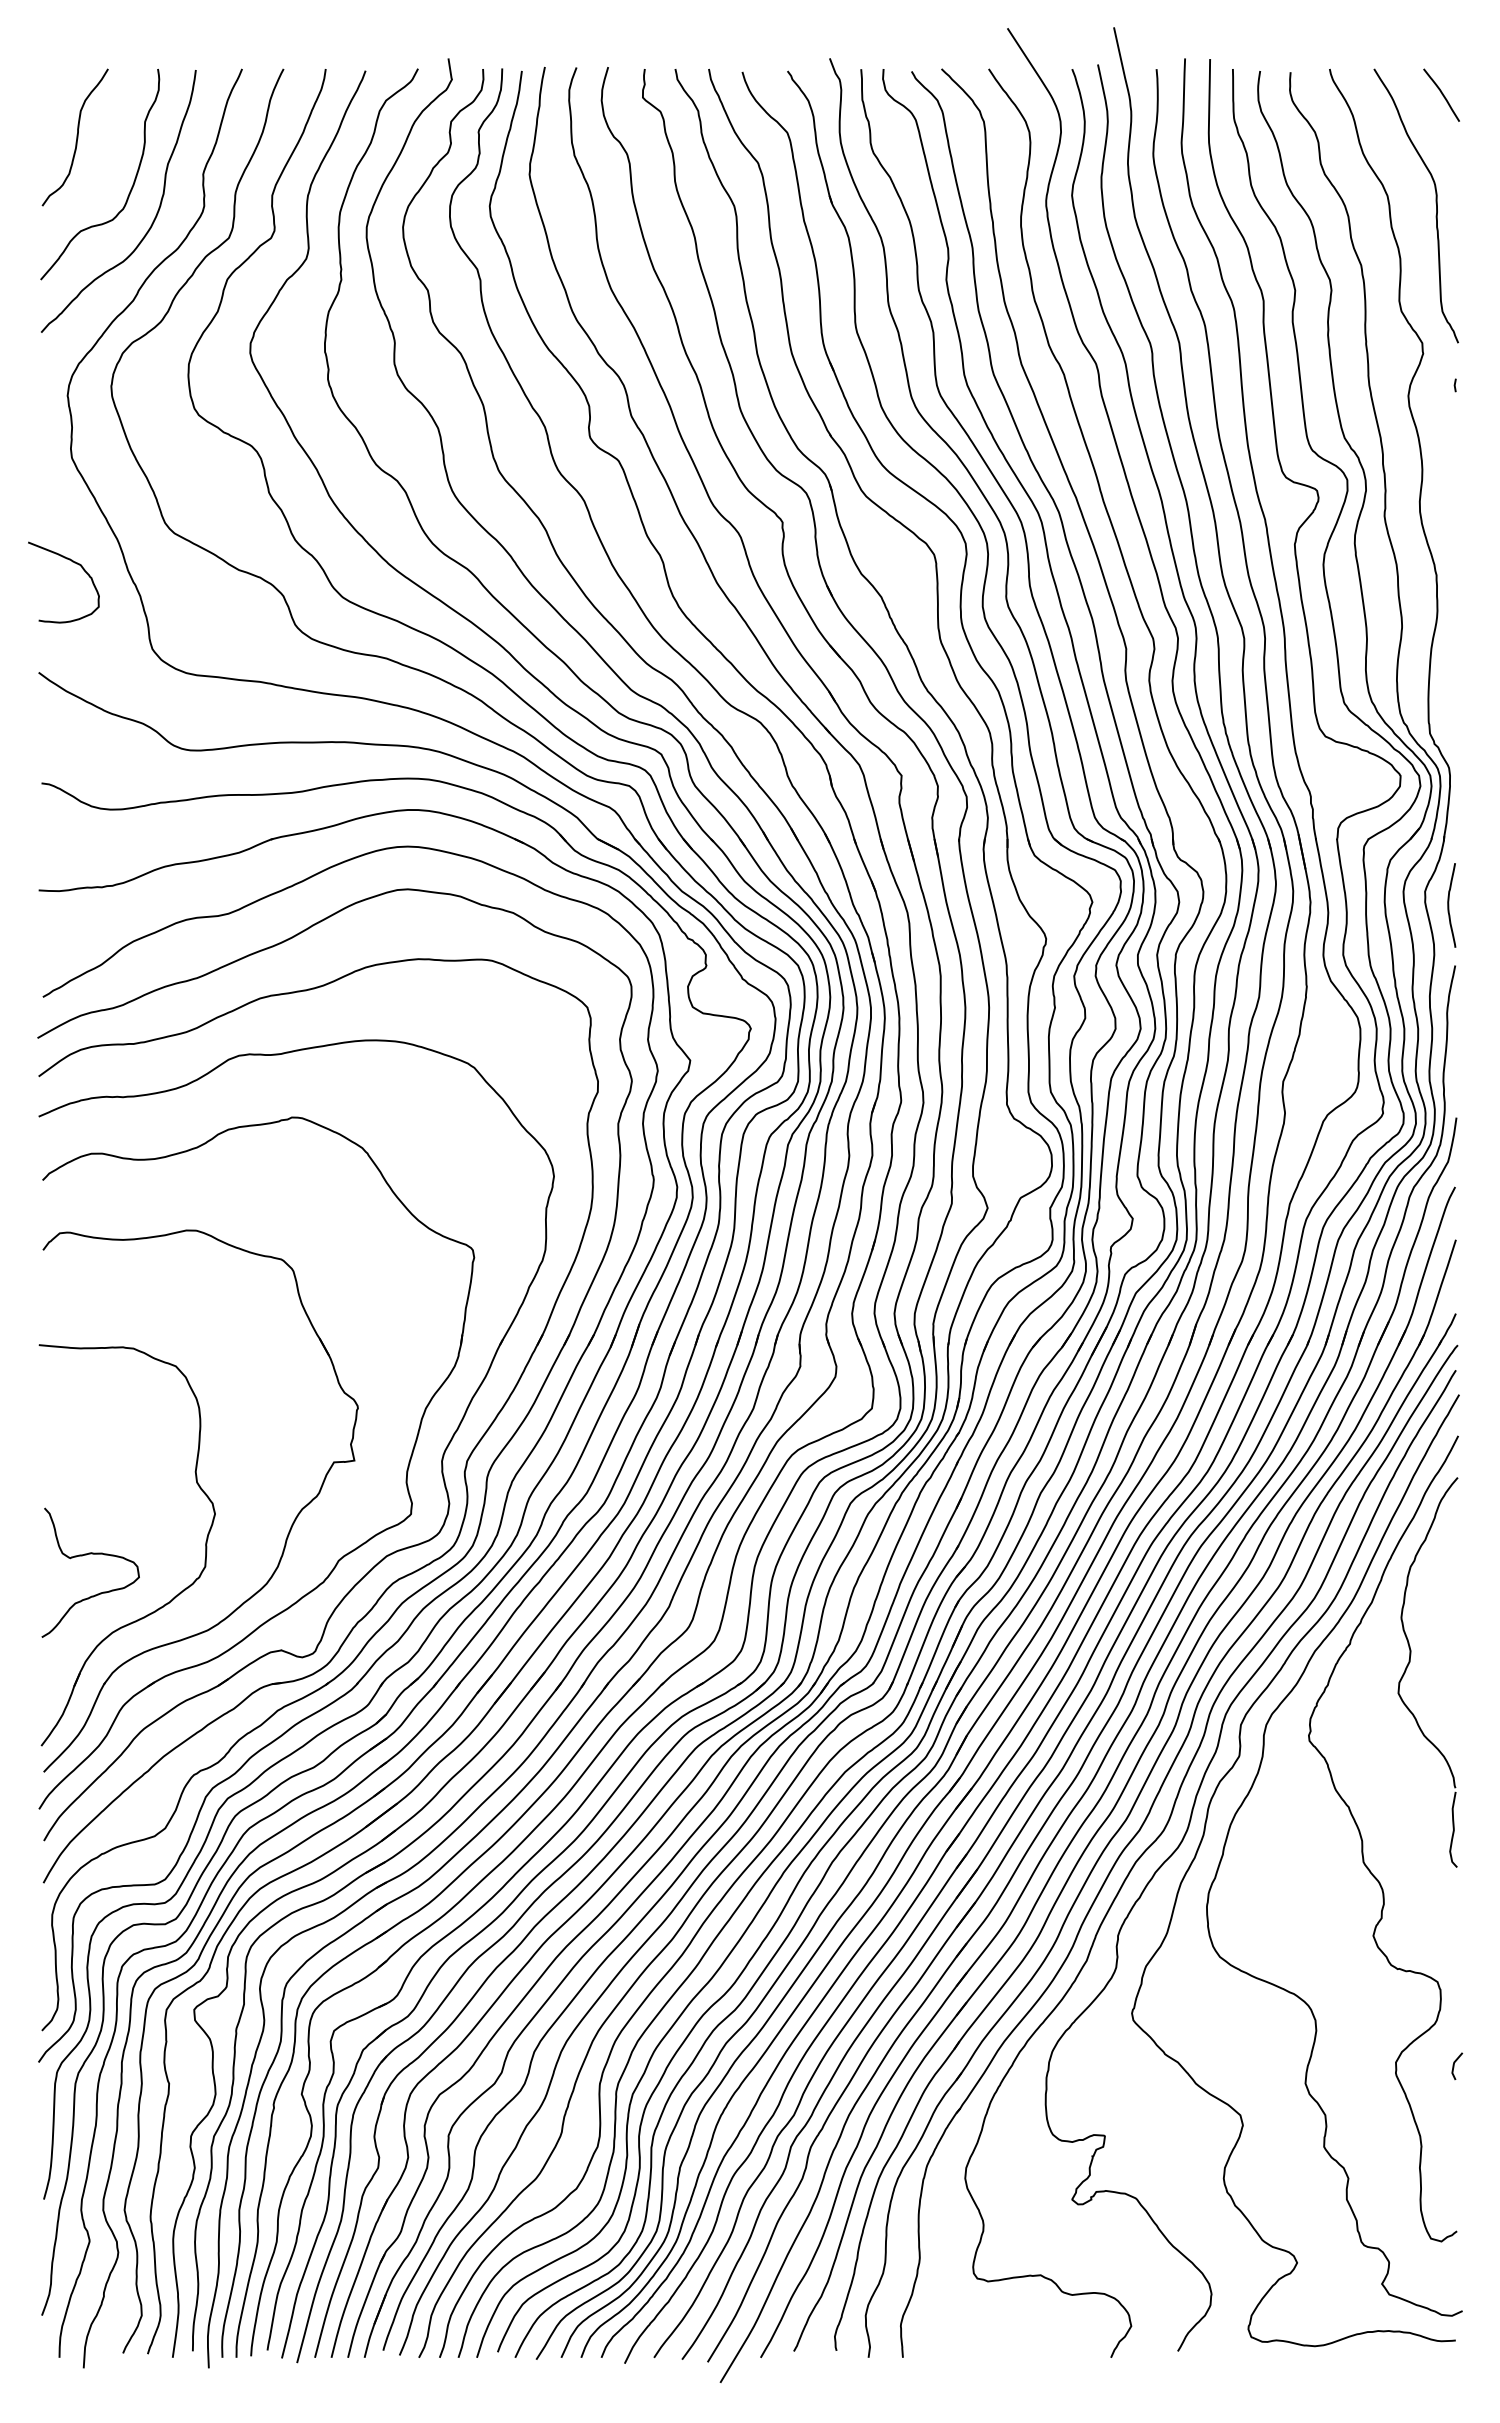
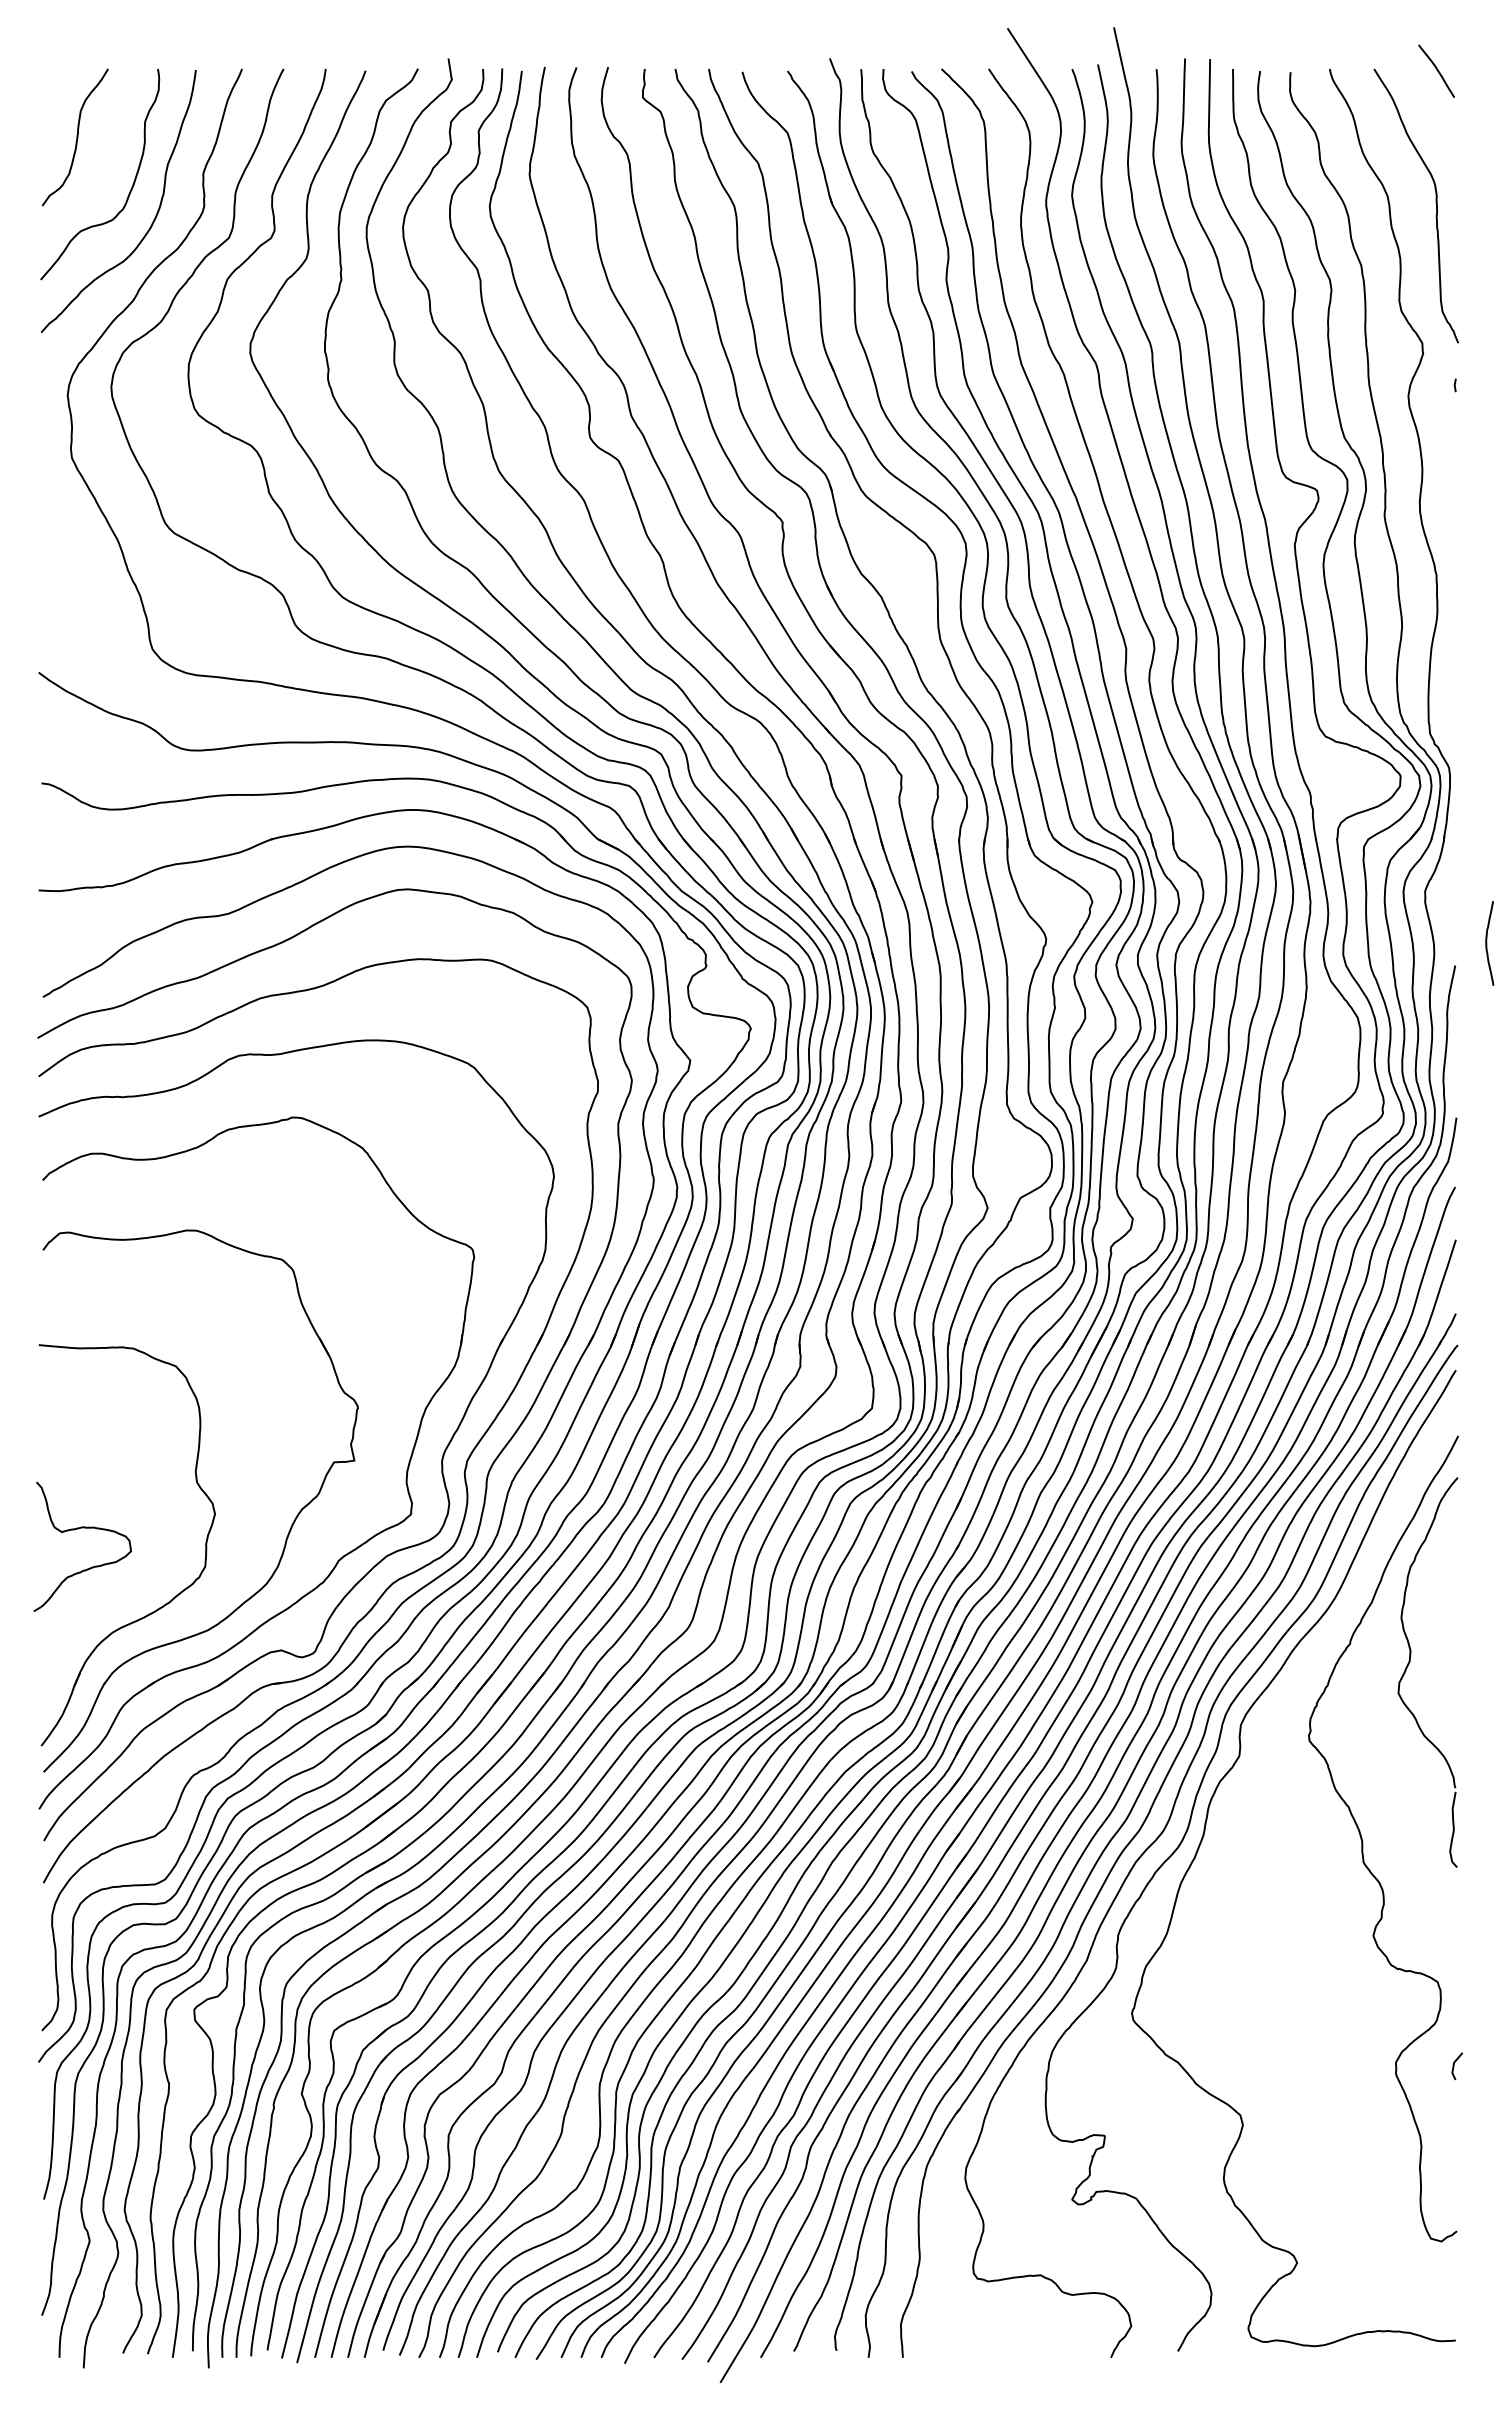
curve at (1441, 94) position: (1441, 94) -> (1436, 70)
curve at (72, 562): present -> none
curve at (1449, 905) position: (1449, 905) -> (1487, 943)
curve at (86, 1555) position: (86, 1555) -> (78, 1529)
curve at (1247, 1797): present -> none
